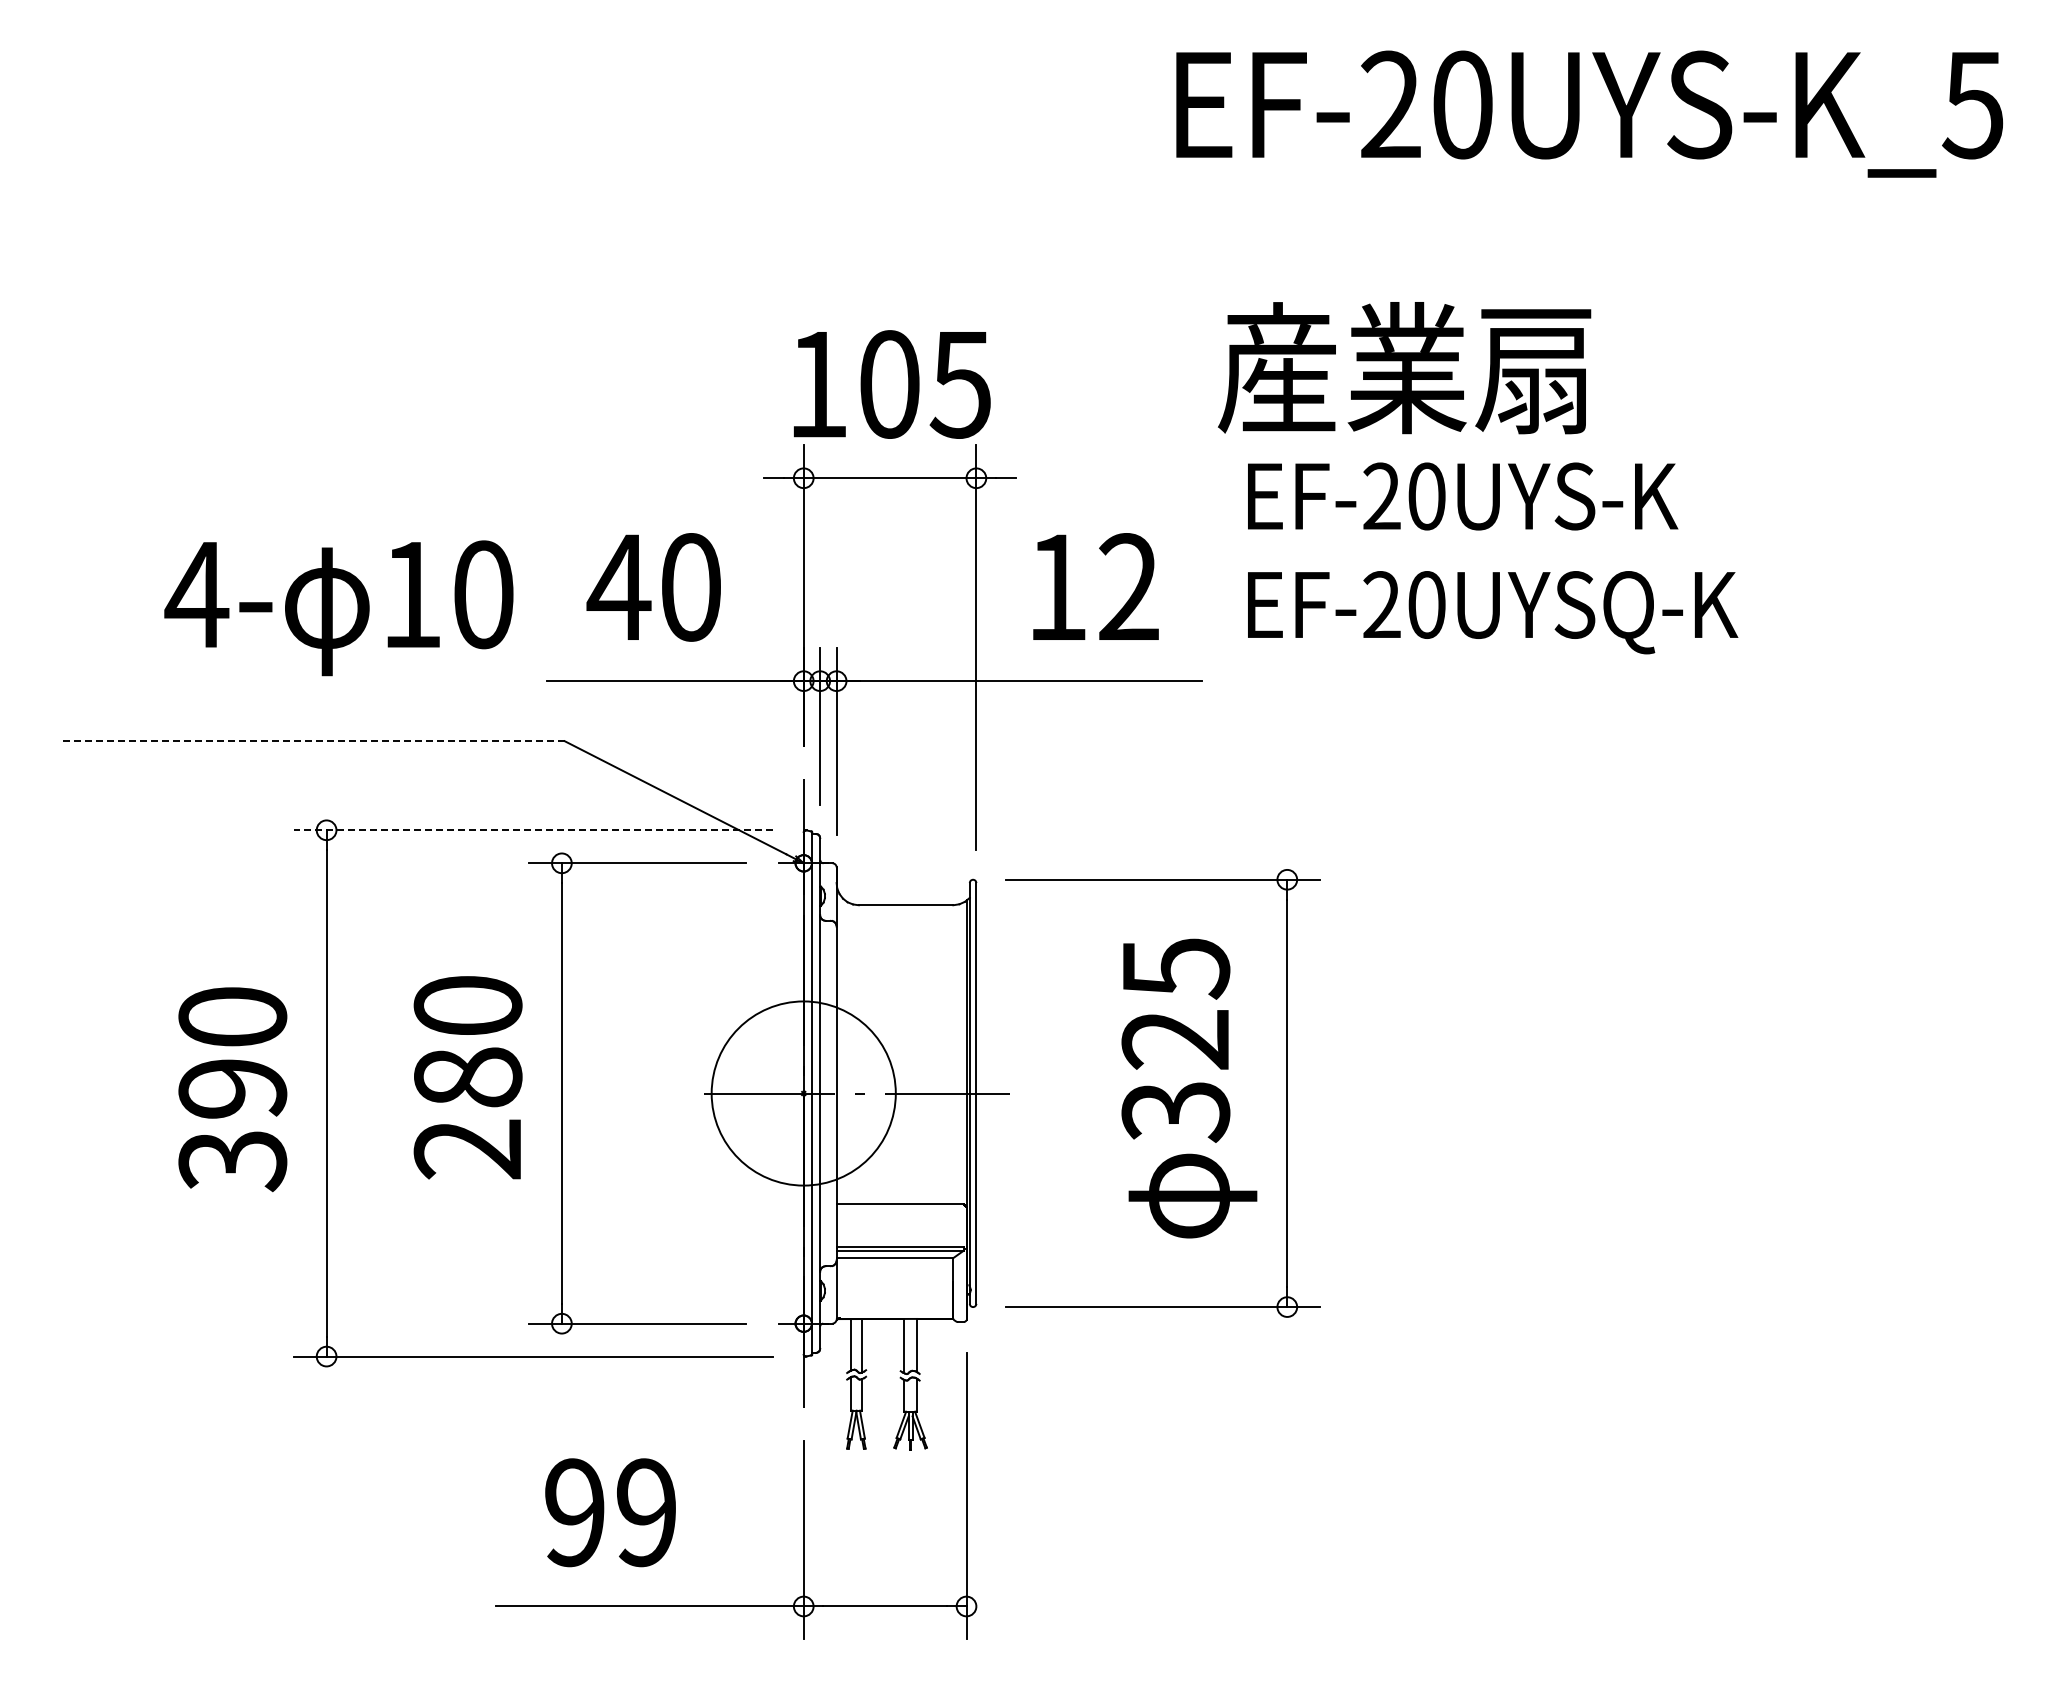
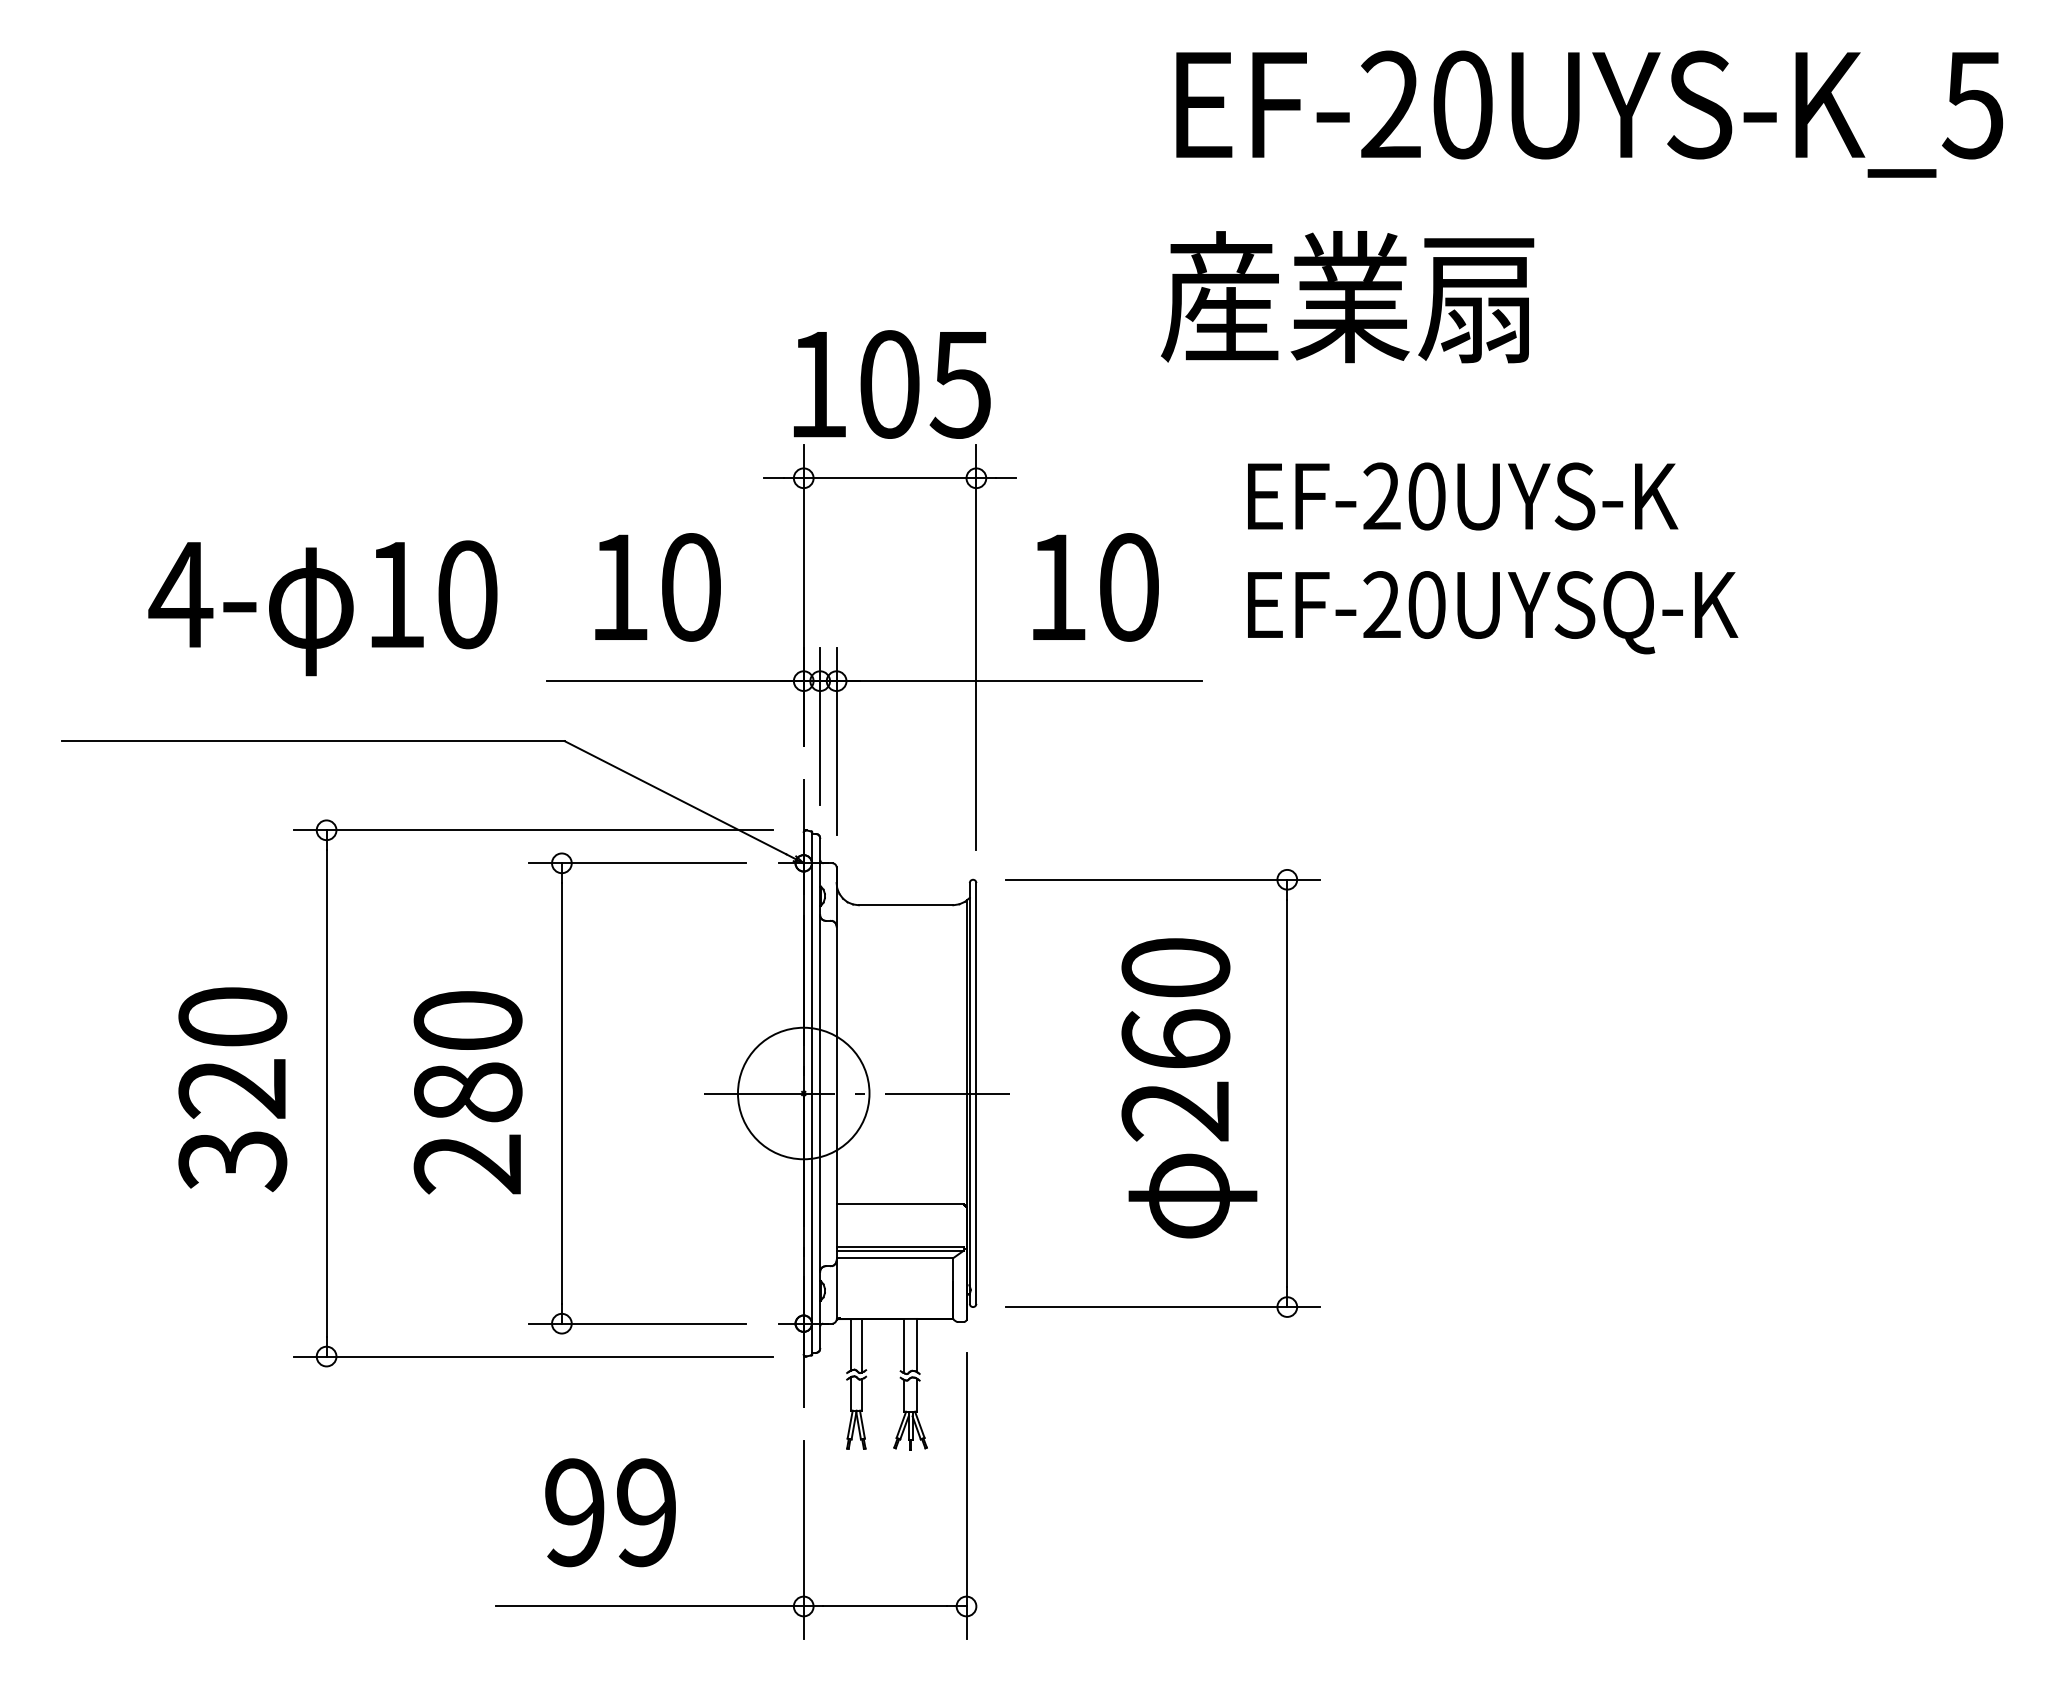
text at (1404, 368) position: (1404, 368) -> (1347, 297)
text at (618, 586): 40 -> 10
text at (1128, 587): 12 -> 10
text at (338, 608) position: (338, 608) -> (322, 608)
line at (312, 741): dashed -> solid
line at (533, 830): dashed -> solid
text at (1175, 1040): 325 -> 260
text at (467, 1077) position: (467, 1077) -> (467, 1092)
text at (232, 1088): 390 -> 320
circle at (803, 1093) diameter: 184 px -> 132 px
